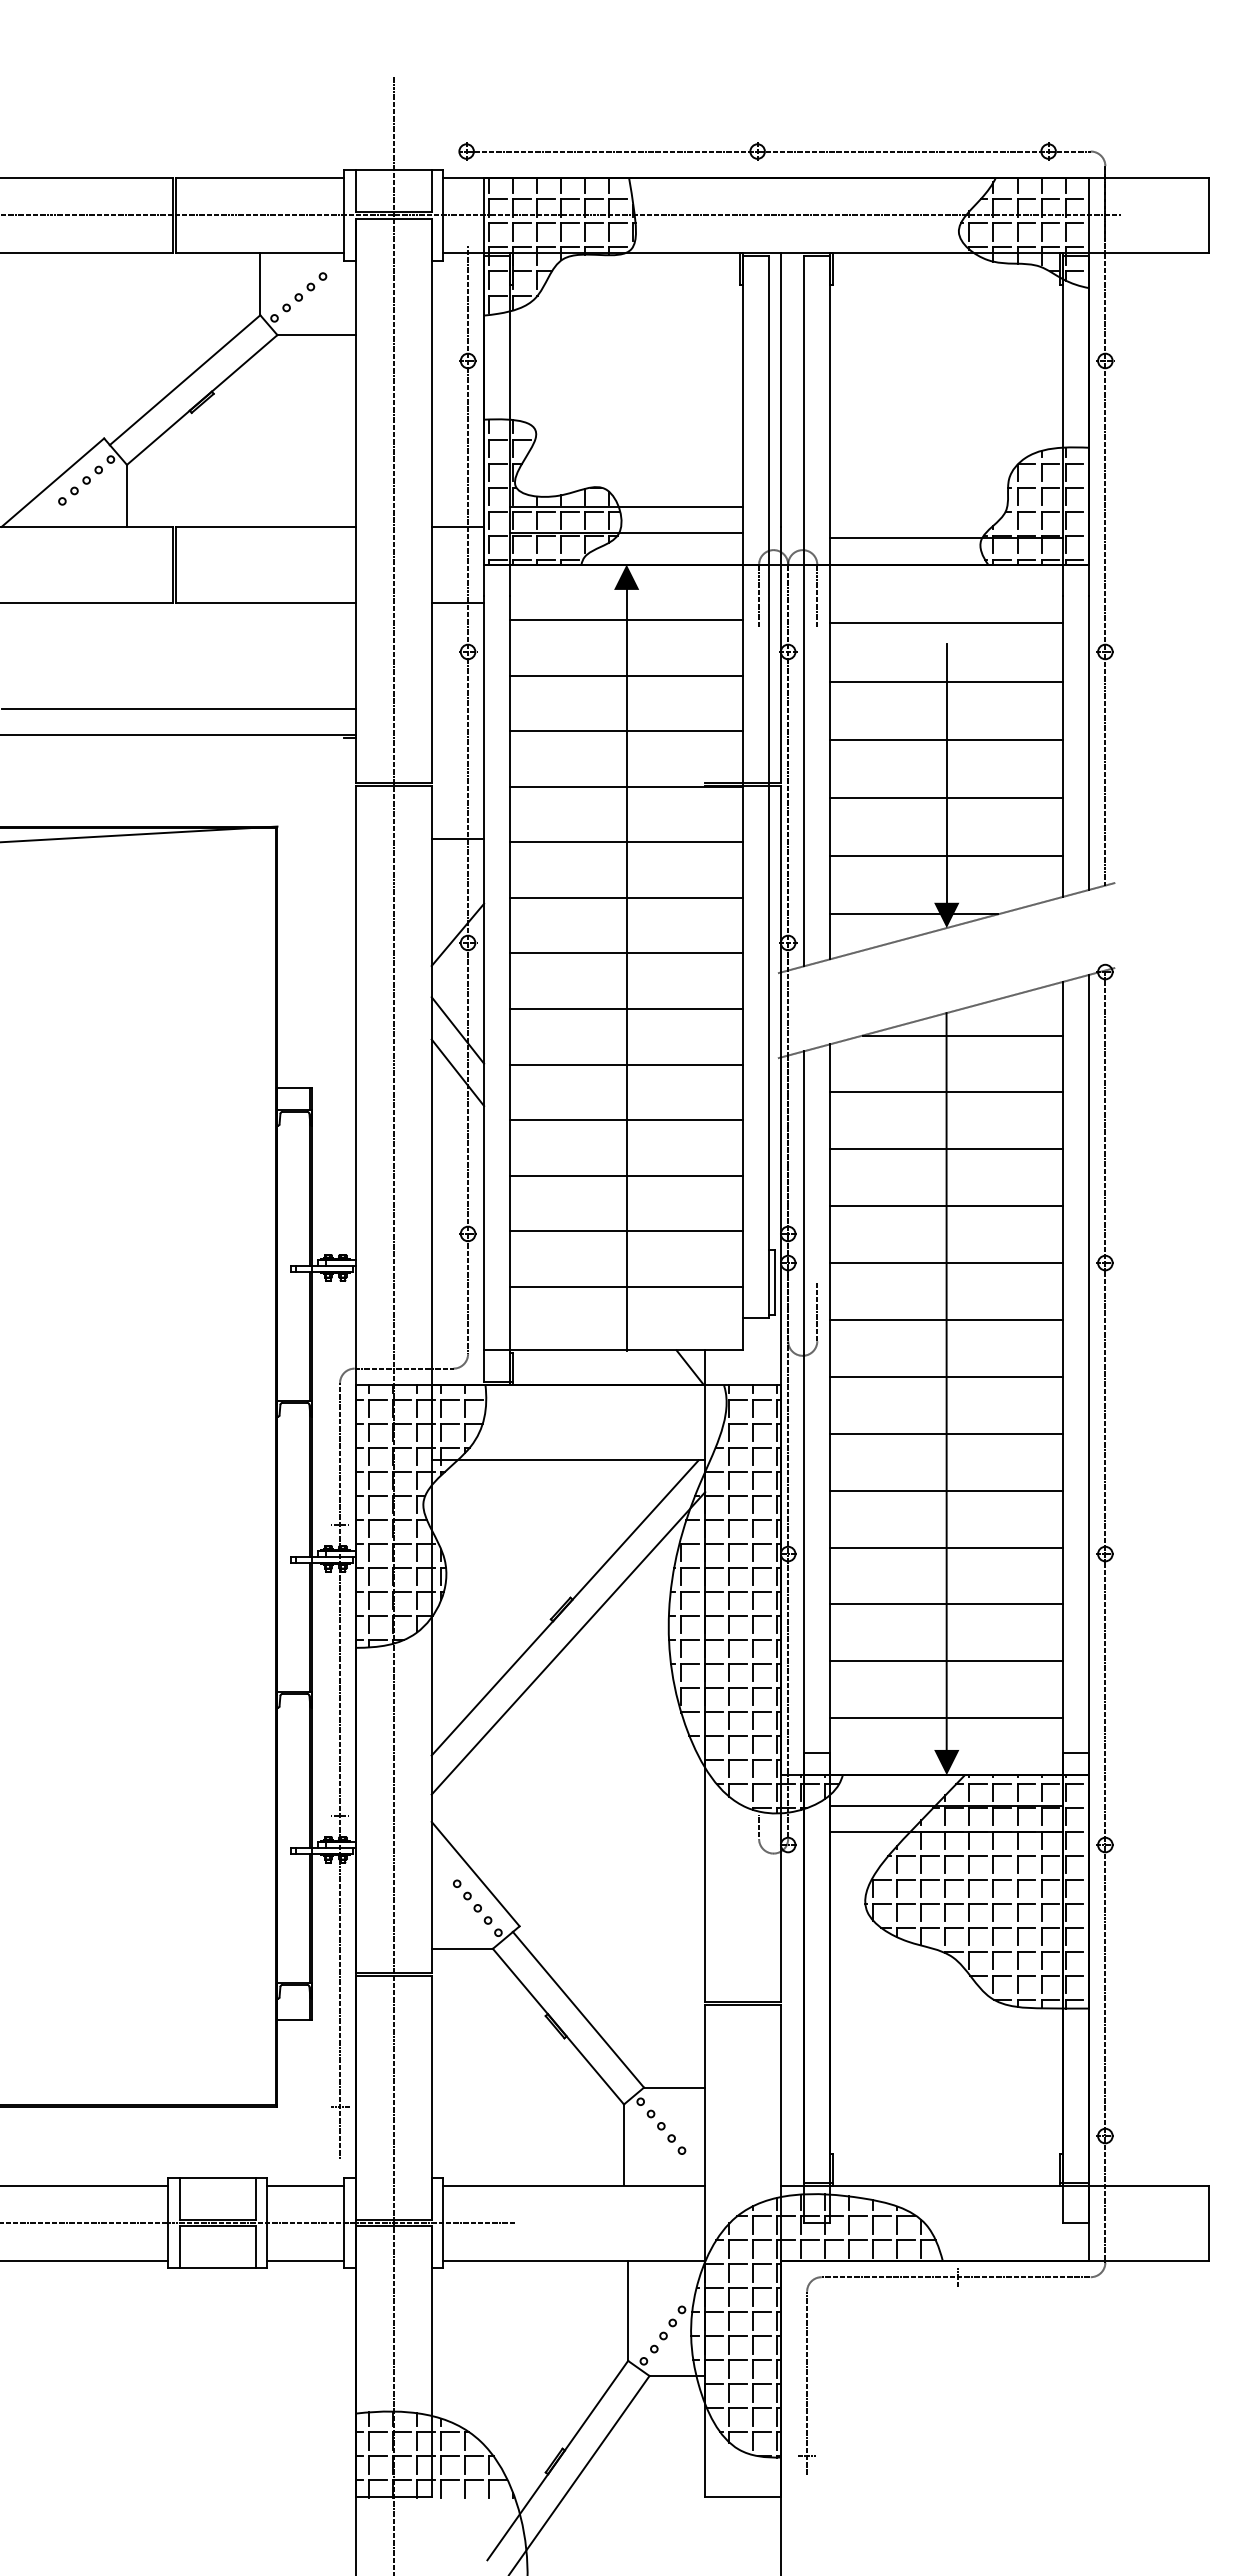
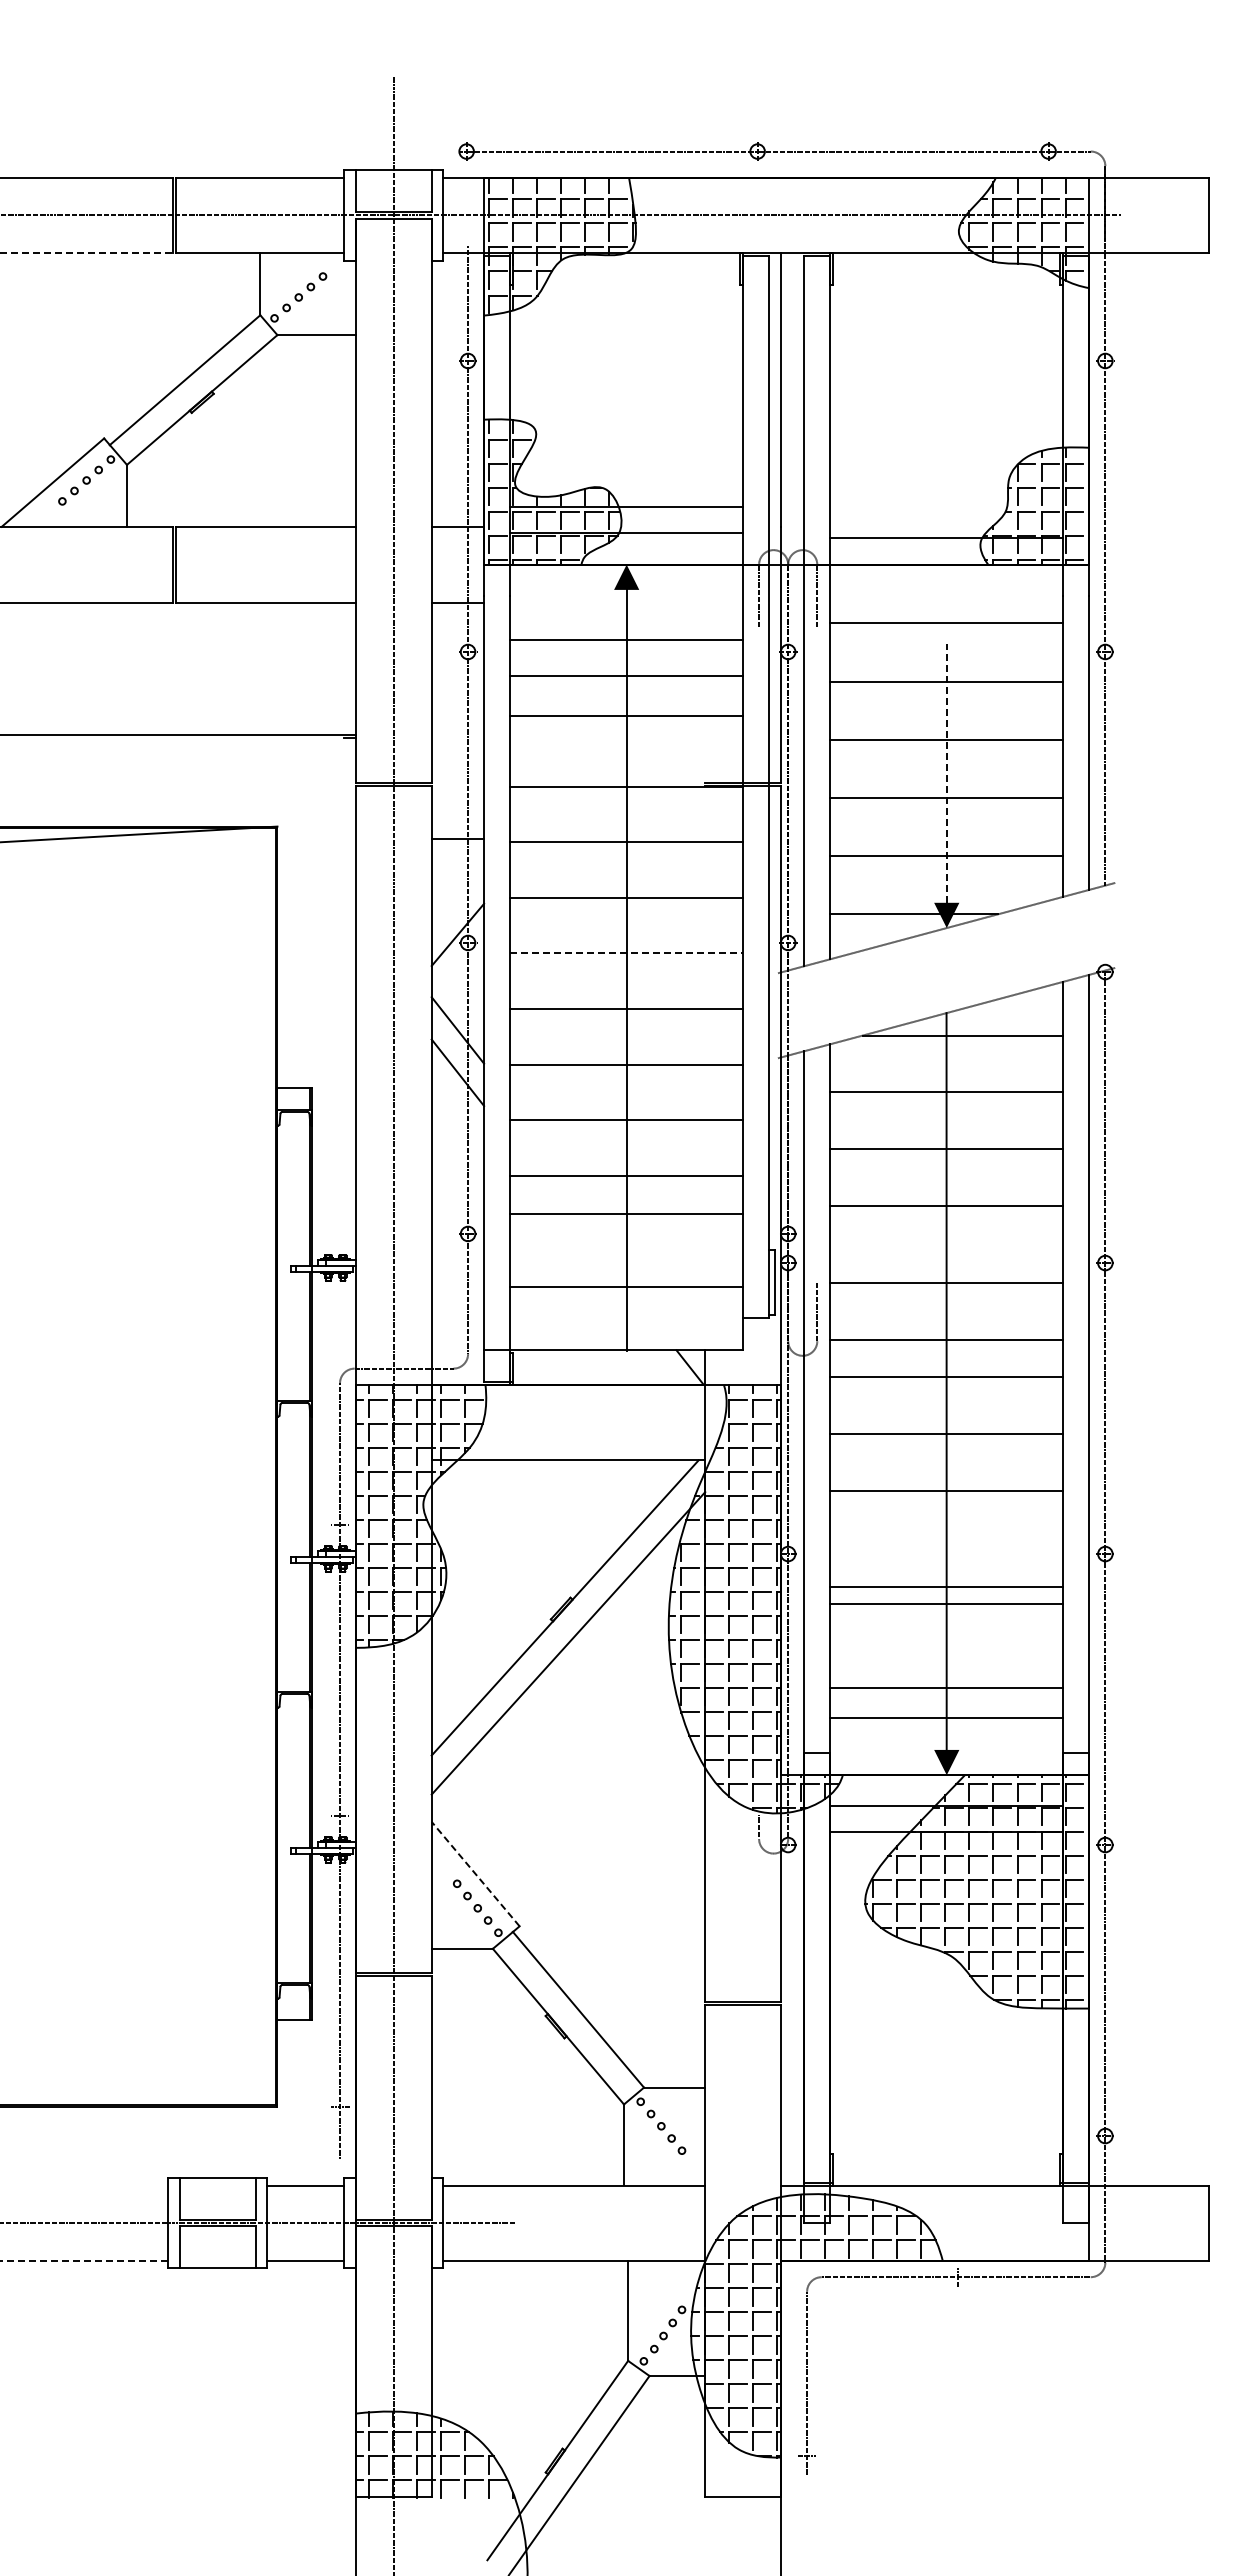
line at (86, 253): solid -> dashed
line at (626, 620) position: (626, 620) -> (626, 640)
line at (179, 708): present -> none
line at (626, 731) position: (626, 731) -> (626, 716)
line at (946, 773): solid -> dashed
line at (627, 953): solid -> dashed
line at (626, 1231) position: (626, 1231) -> (626, 1214)
line at (946, 1263) position: (946, 1263) -> (946, 1283)
line at (946, 1320) position: (946, 1320) -> (946, 1340)
line at (946, 1547) position: (946, 1547) -> (946, 1586)
line at (946, 1661) position: (946, 1661) -> (946, 1688)
line at (475, 1873): solid -> dashed
line at (85, 2185): present -> none
line at (84, 2261): solid -> dashed
